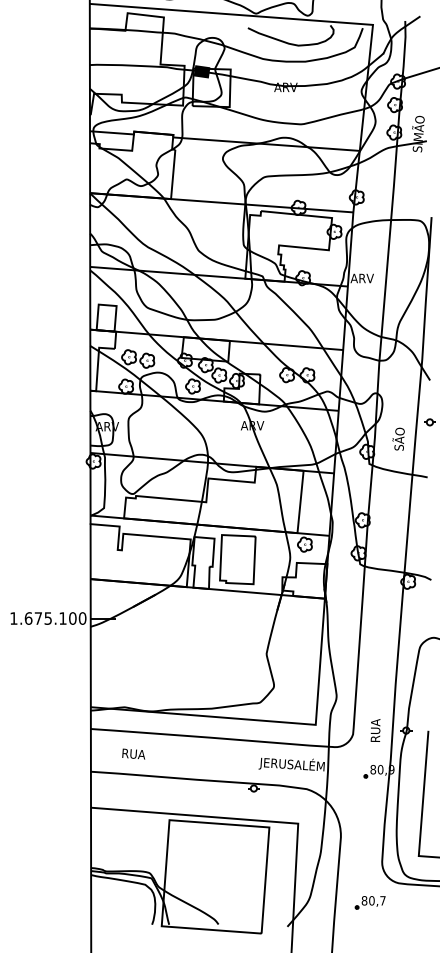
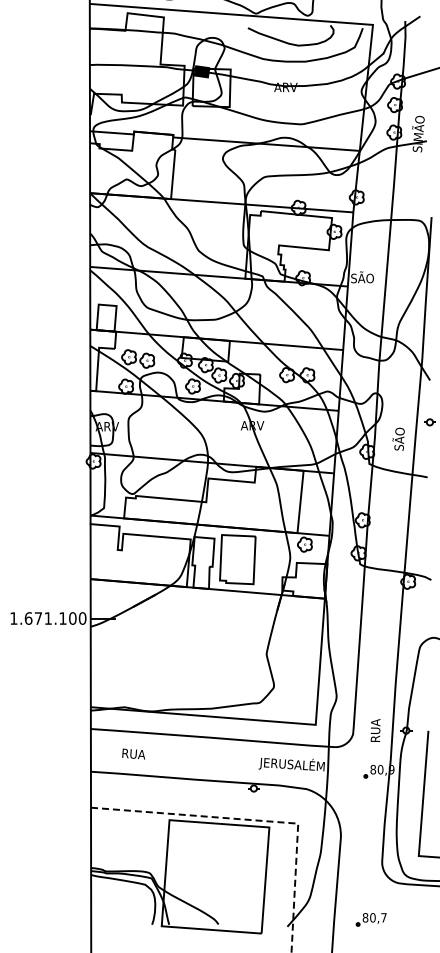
text at (361, 277): ARV -> SÃO
text at (47, 618): 1.675.100 -> 1.671.100
line at (259, 820): solid -> dashed
part at (369, 902) position: (369, 902) -> (370, 919)
